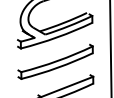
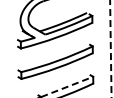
line at (110, 48): solid -> dashed
line at (67, 86): solid -> dashed
